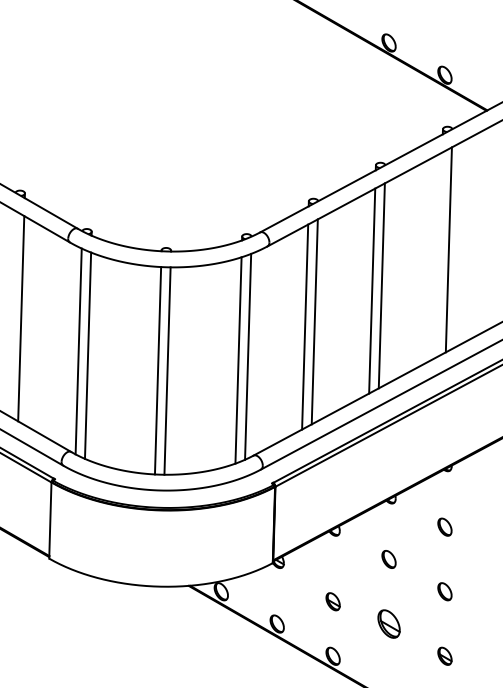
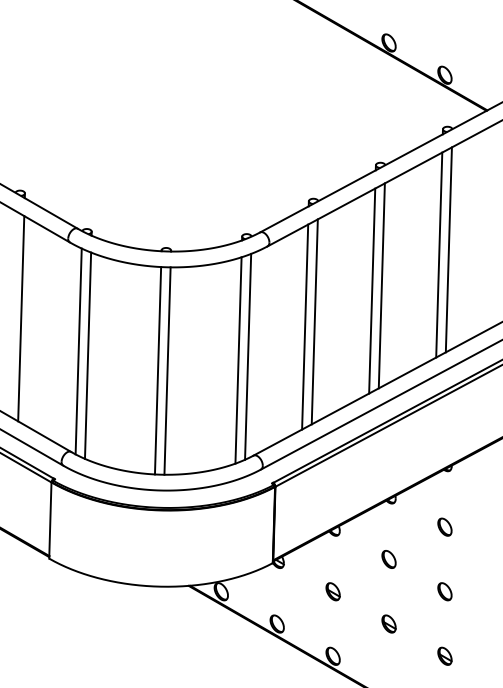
line at (439, 254): none -> present
part at (332, 601) position: (332, 601) -> (332, 591)
part at (388, 623) size: 24x30 px -> 16x20 px
